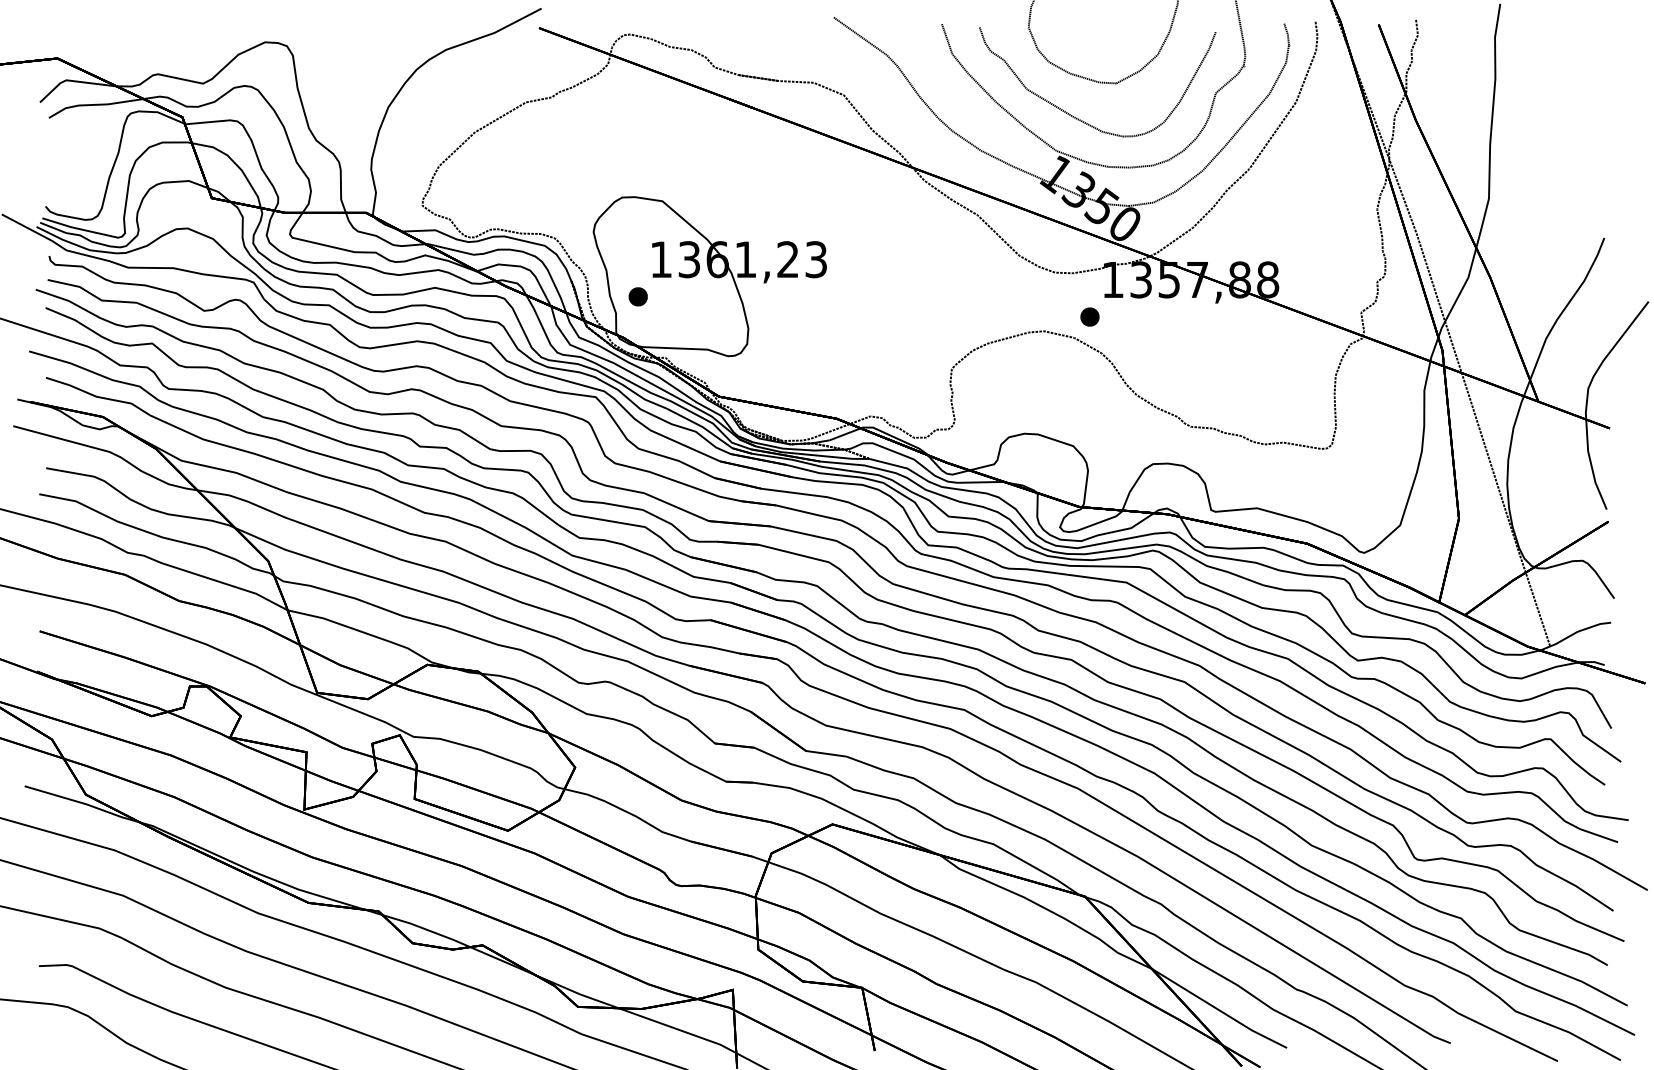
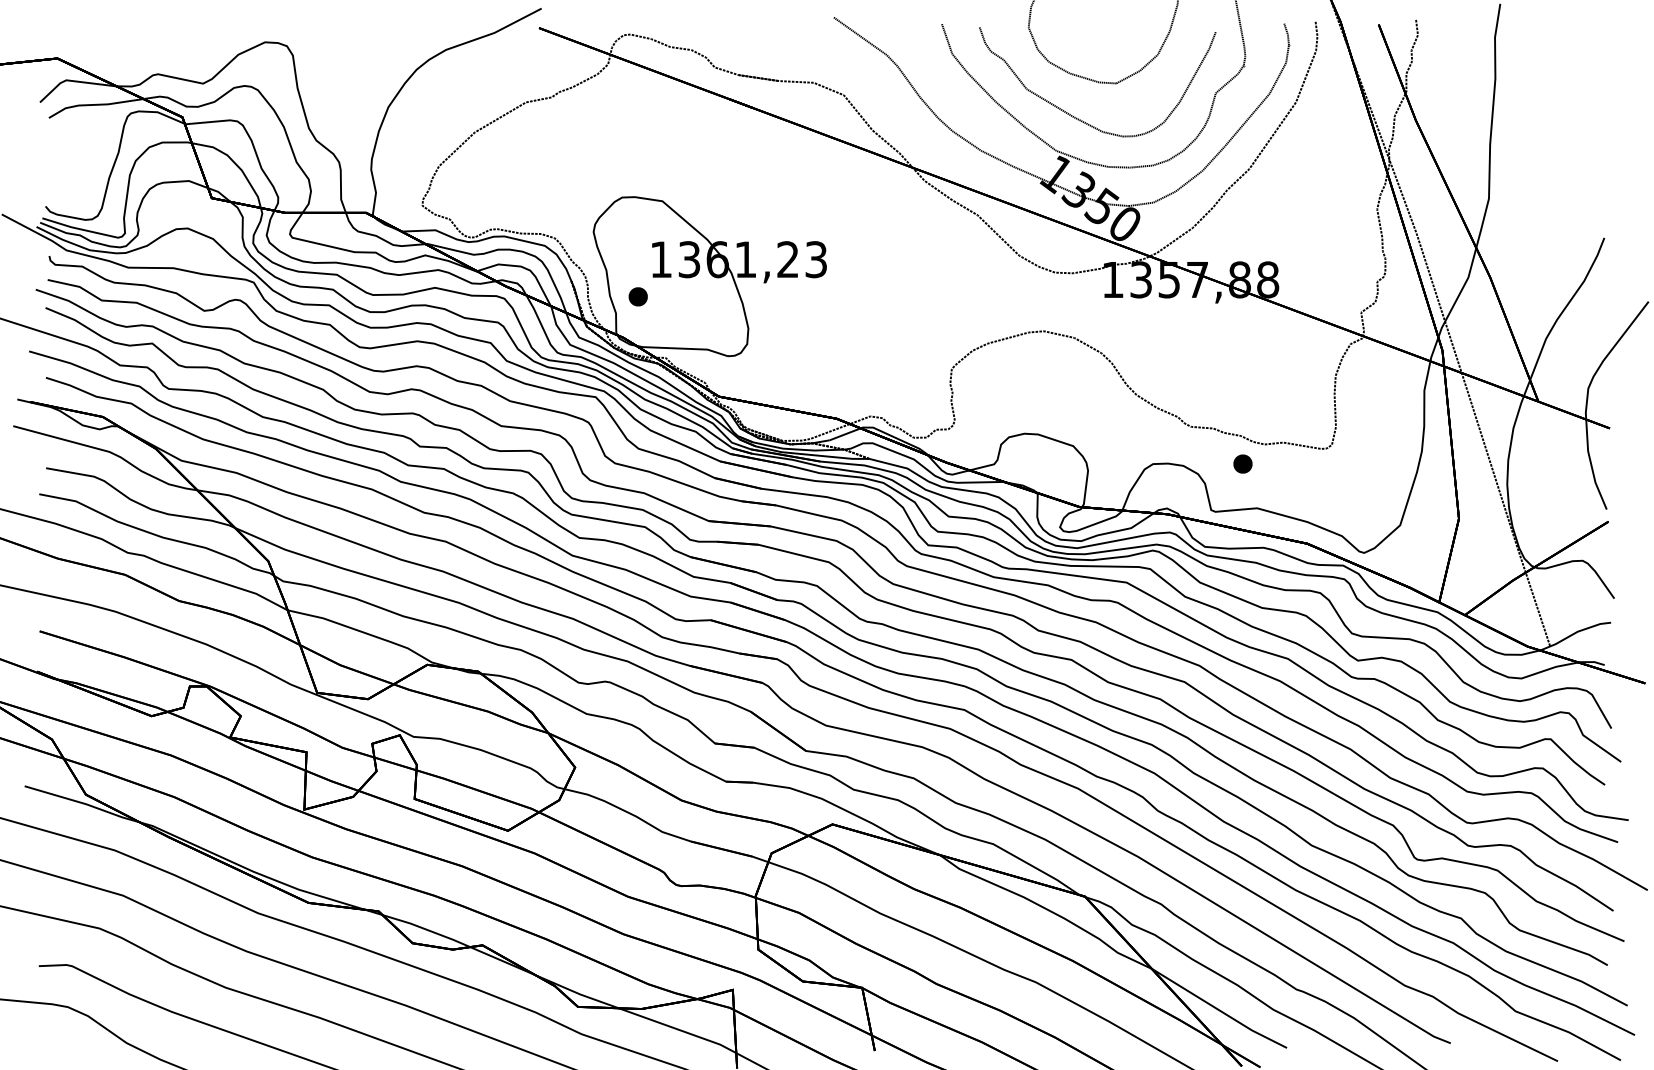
part at (1089, 316) position: (1089, 316) -> (1242, 463)
